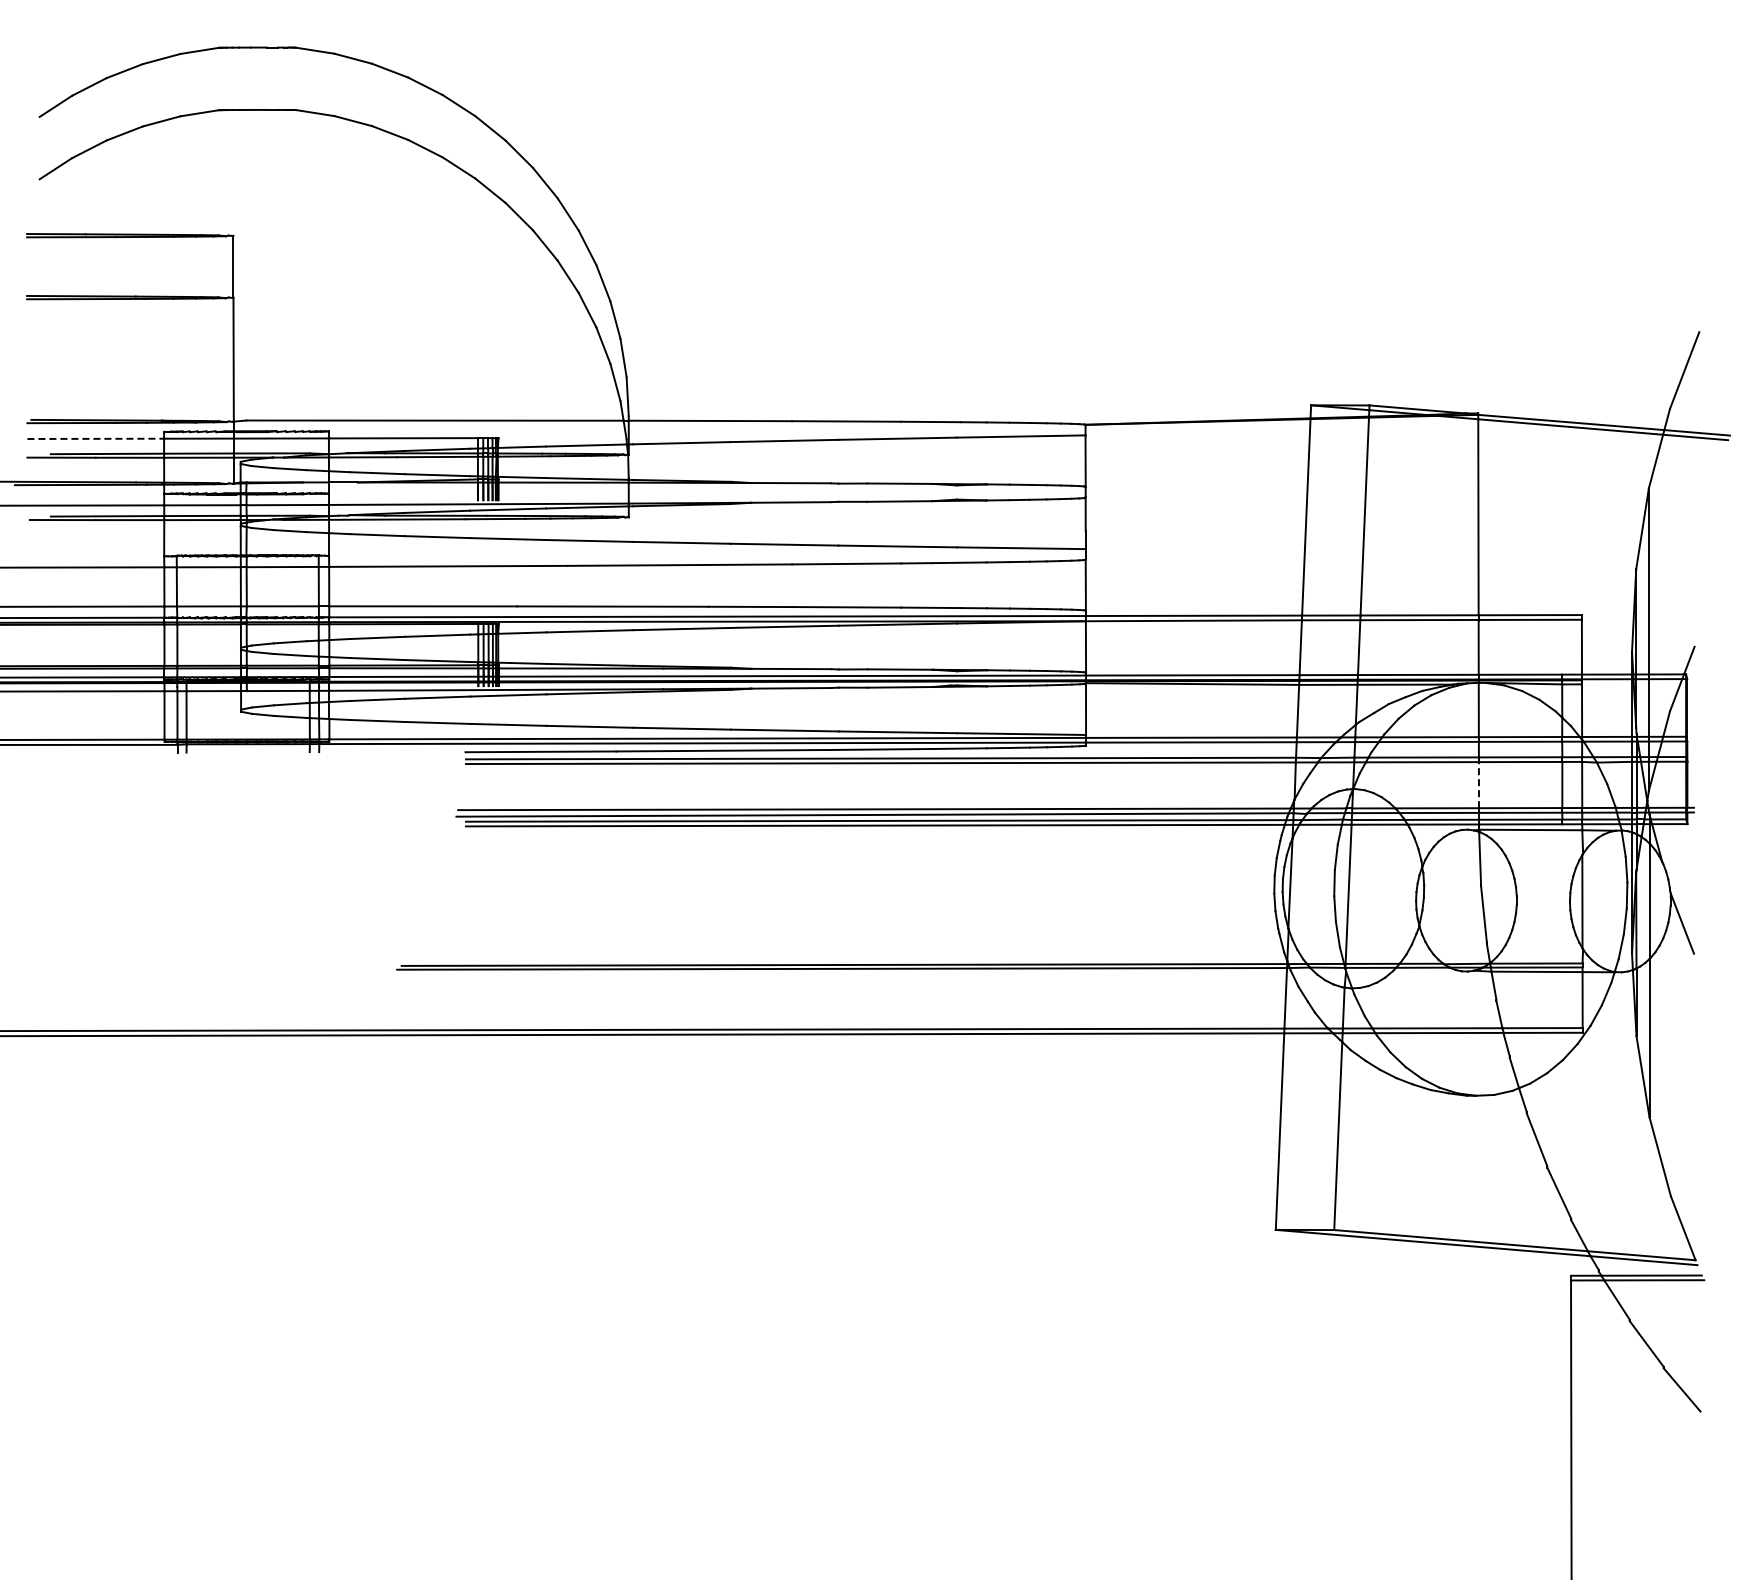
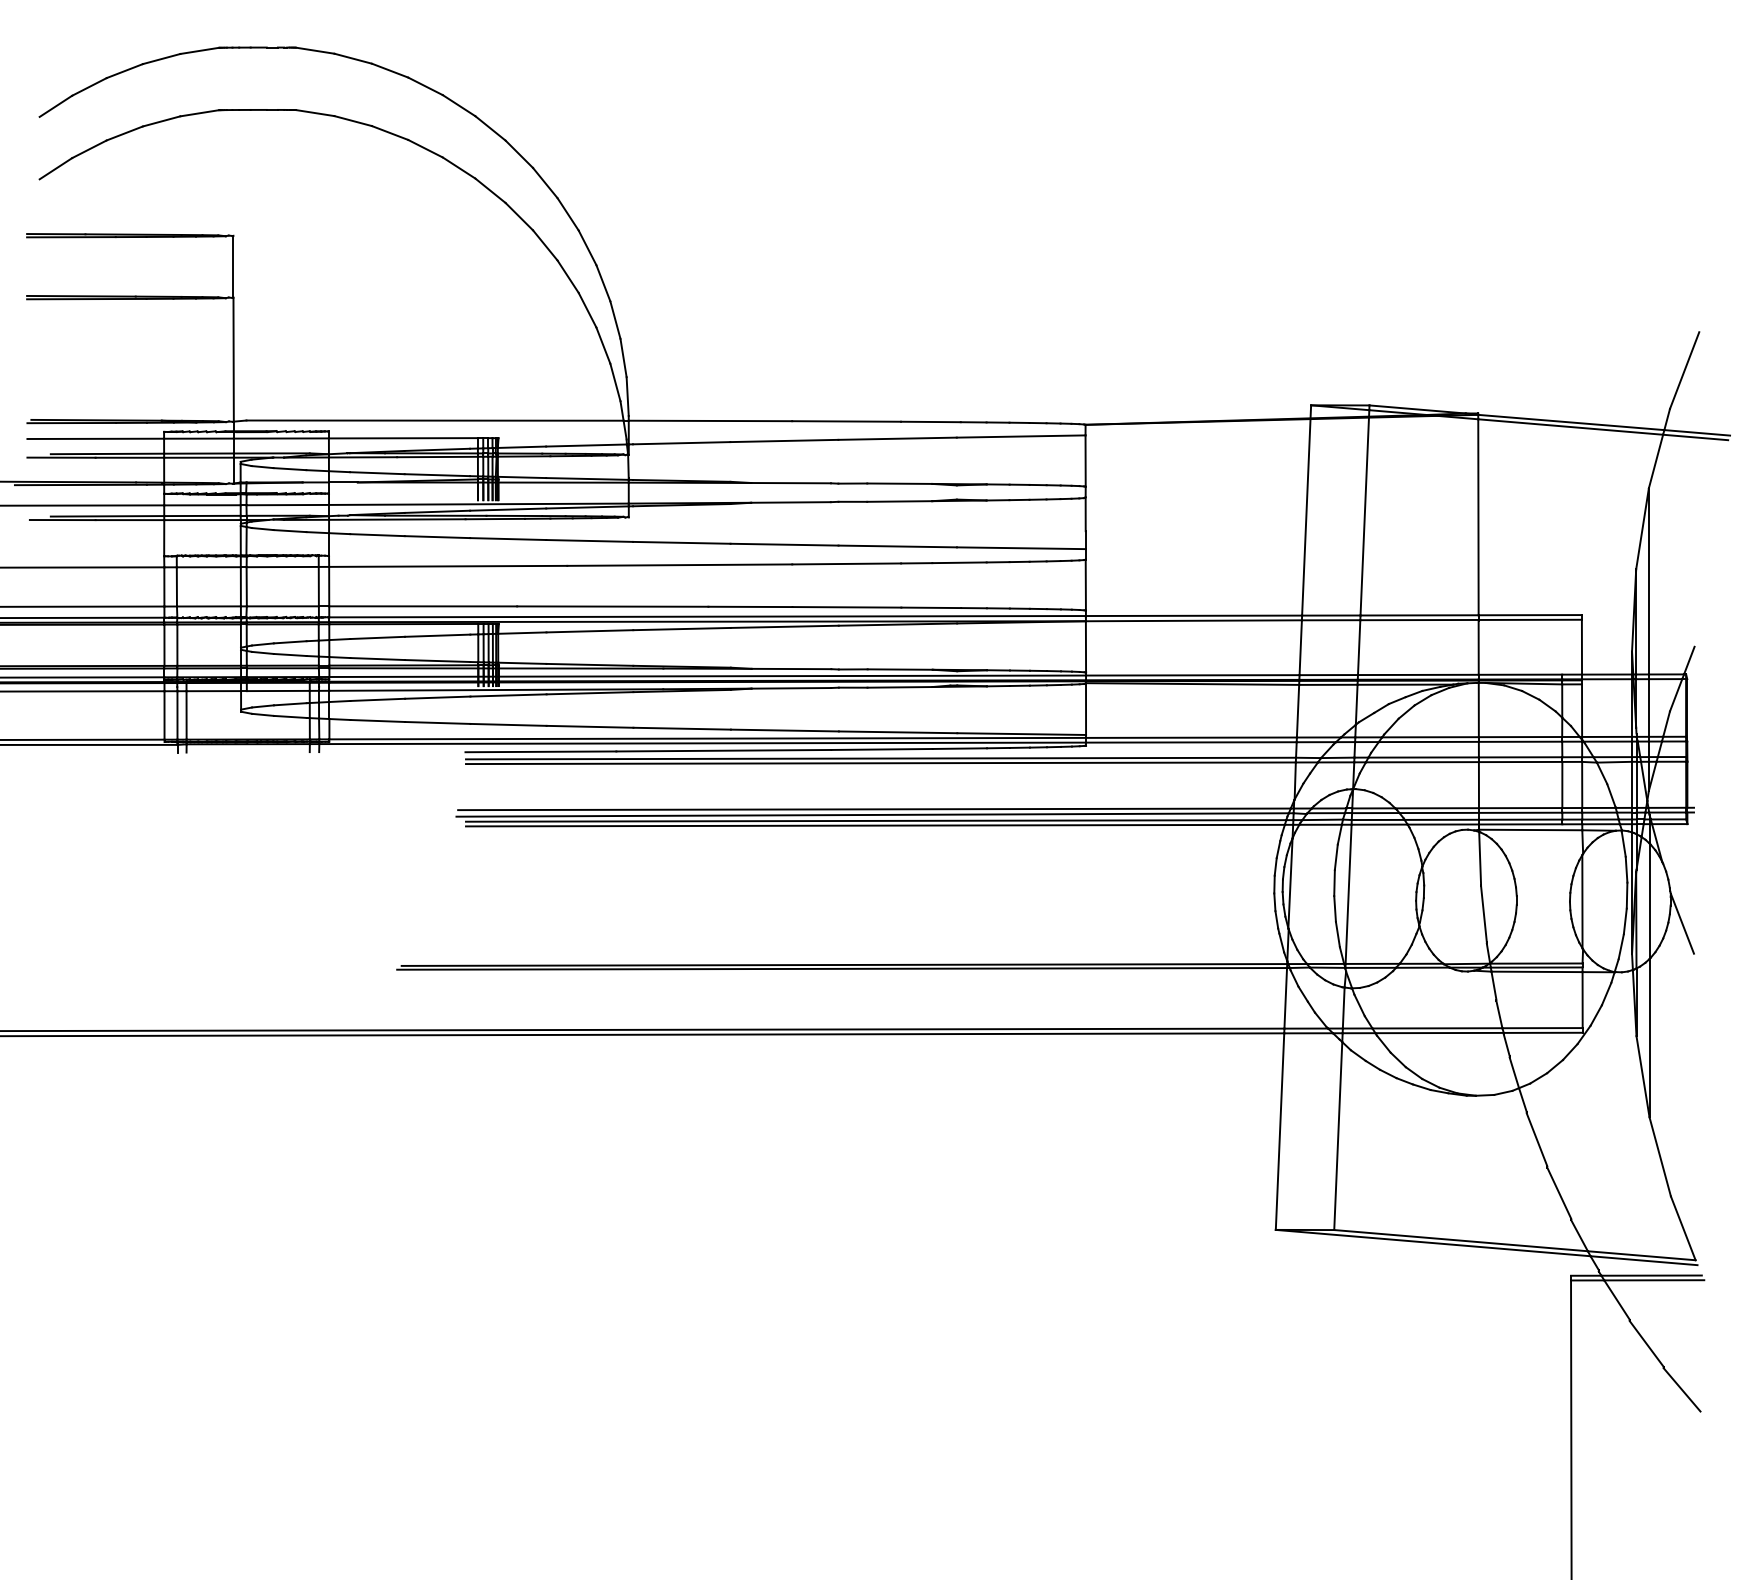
line at (96, 438): dashed -> solid
line at (1478, 784): dashed -> solid
